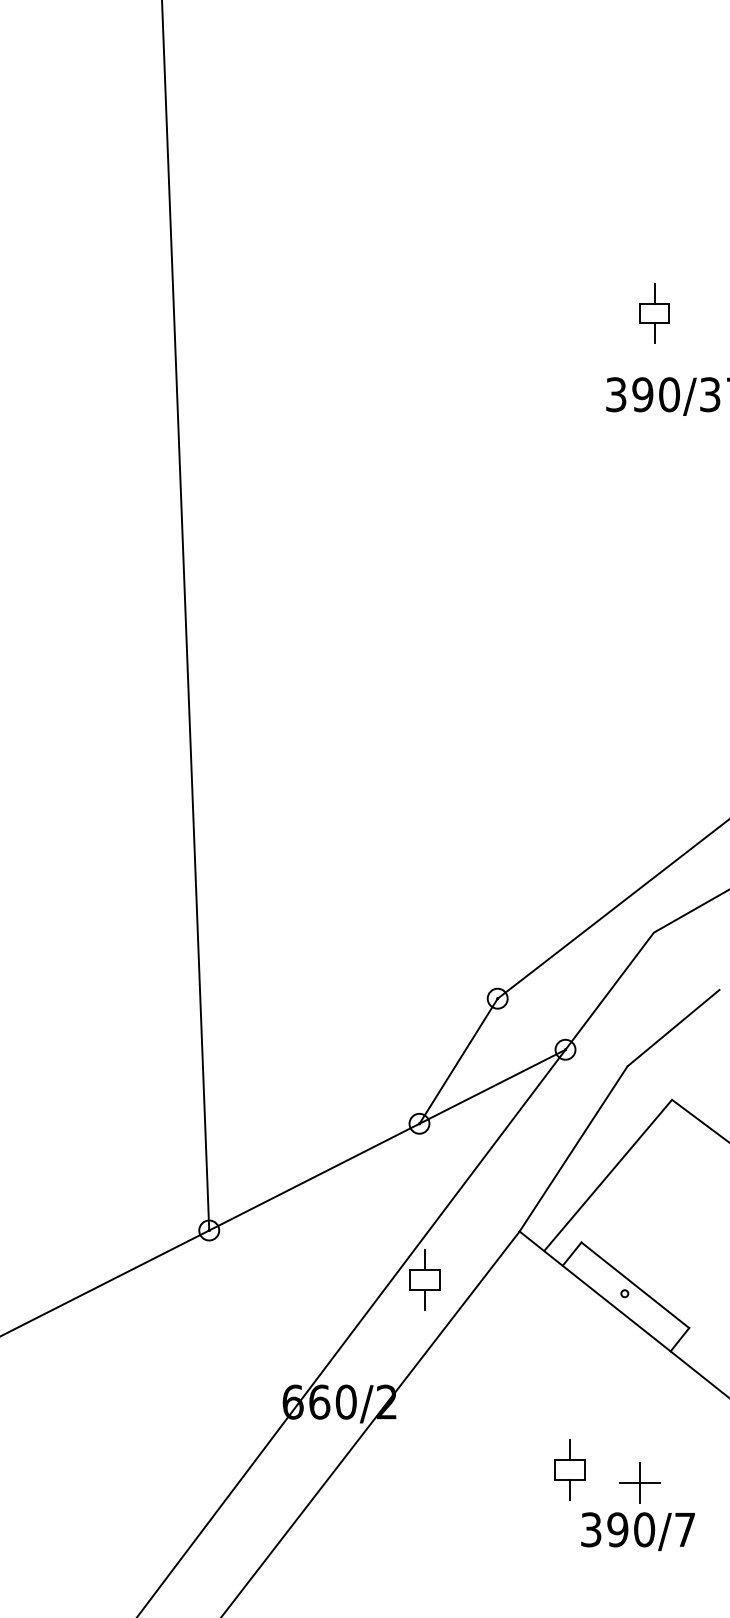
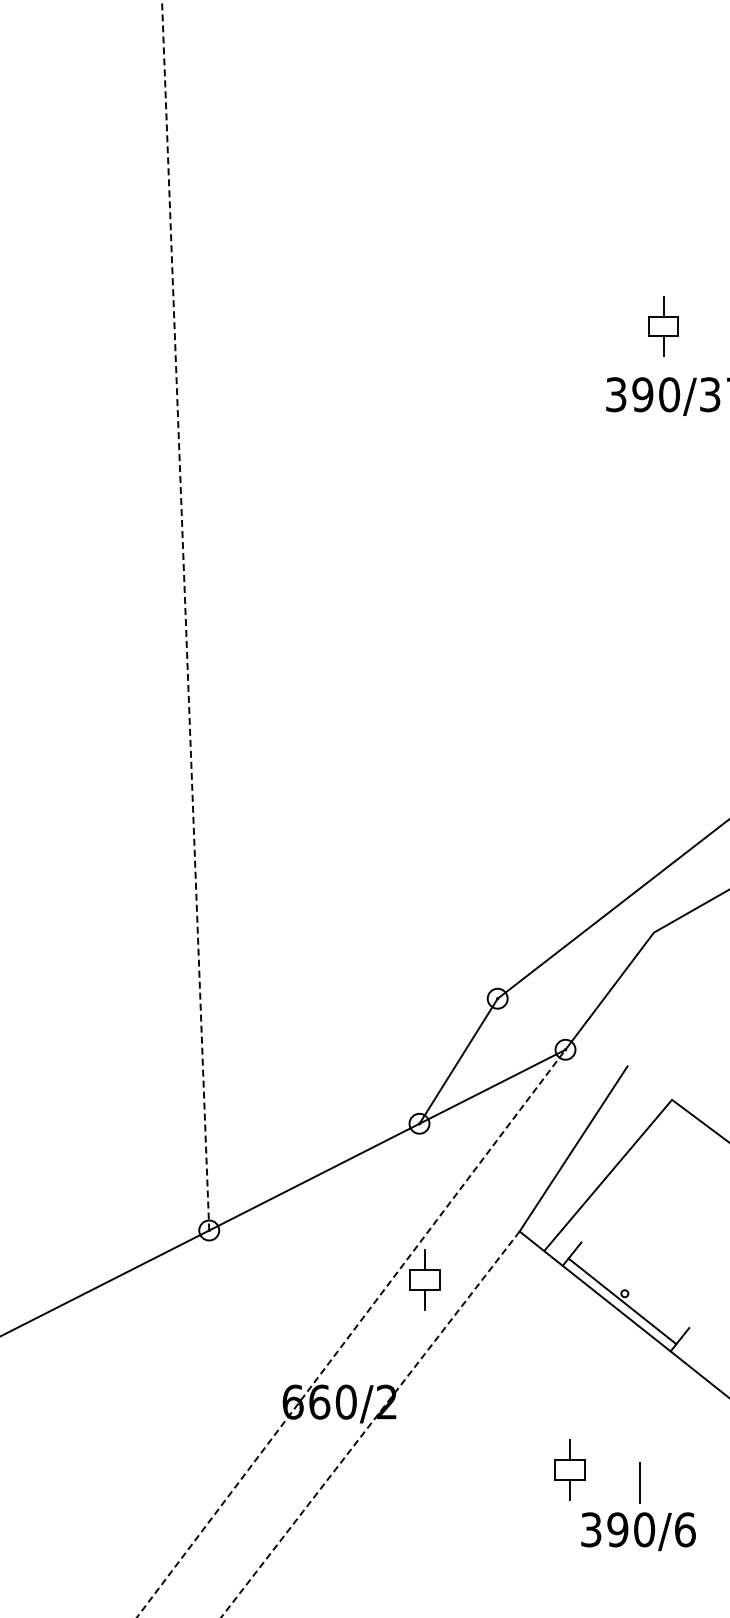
part at (654, 313) position: (654, 313) -> (663, 326)
line at (185, 615): solid -> dashed
line at (673, 1027): present -> none
line at (635, 1285) position: (635, 1285) -> (622, 1301)
line at (351, 1333): solid -> dashed
line at (370, 1425): solid -> dashed
line at (640, 1482): present -> none
text at (685, 1529): 390/7 -> 390/6
